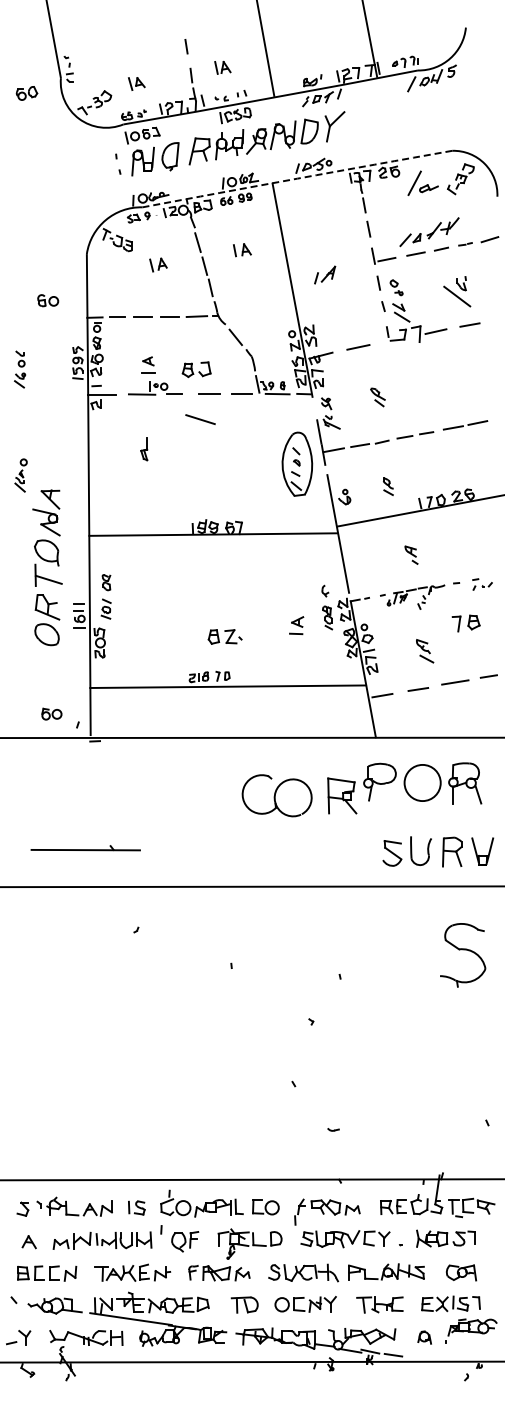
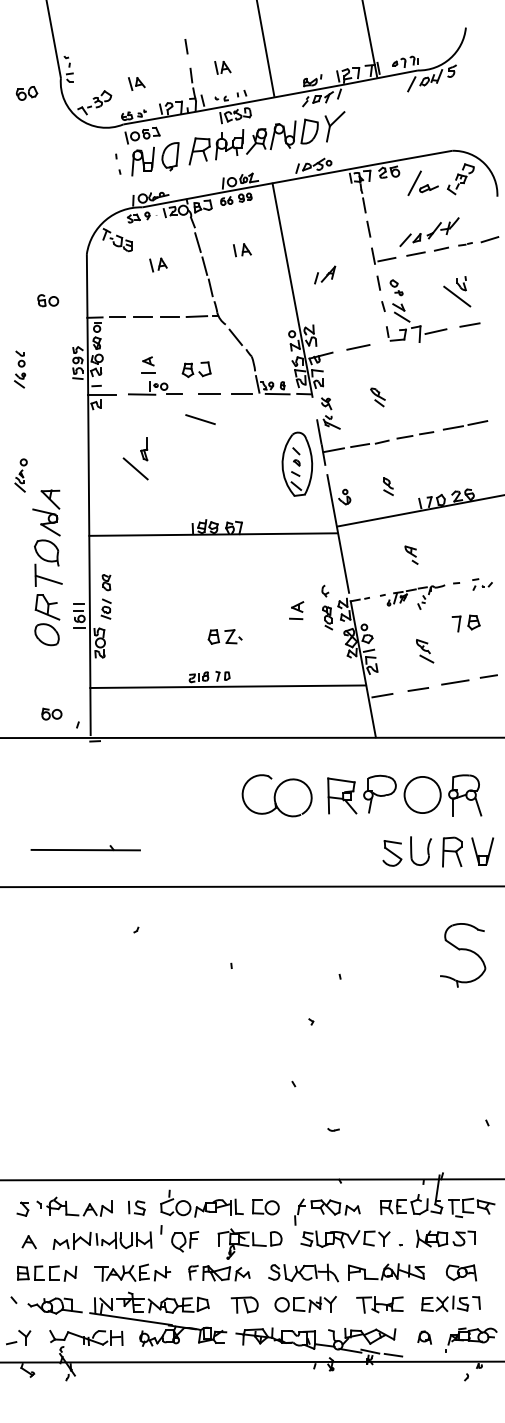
arc at (297, 178): dashed -> solid
line at (135, 468): none -> present
part at (296, 625) position: (296, 625) -> (296, 610)
part at (422, 783) position: (422, 783) -> (422, 795)
part at (471, 1330) position: (471, 1330) -> (471, 1339)
